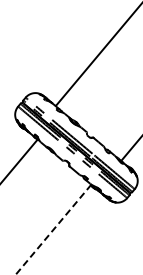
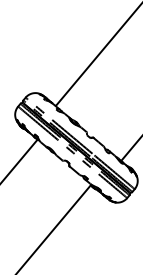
line at (53, 229): dashed -> solid
